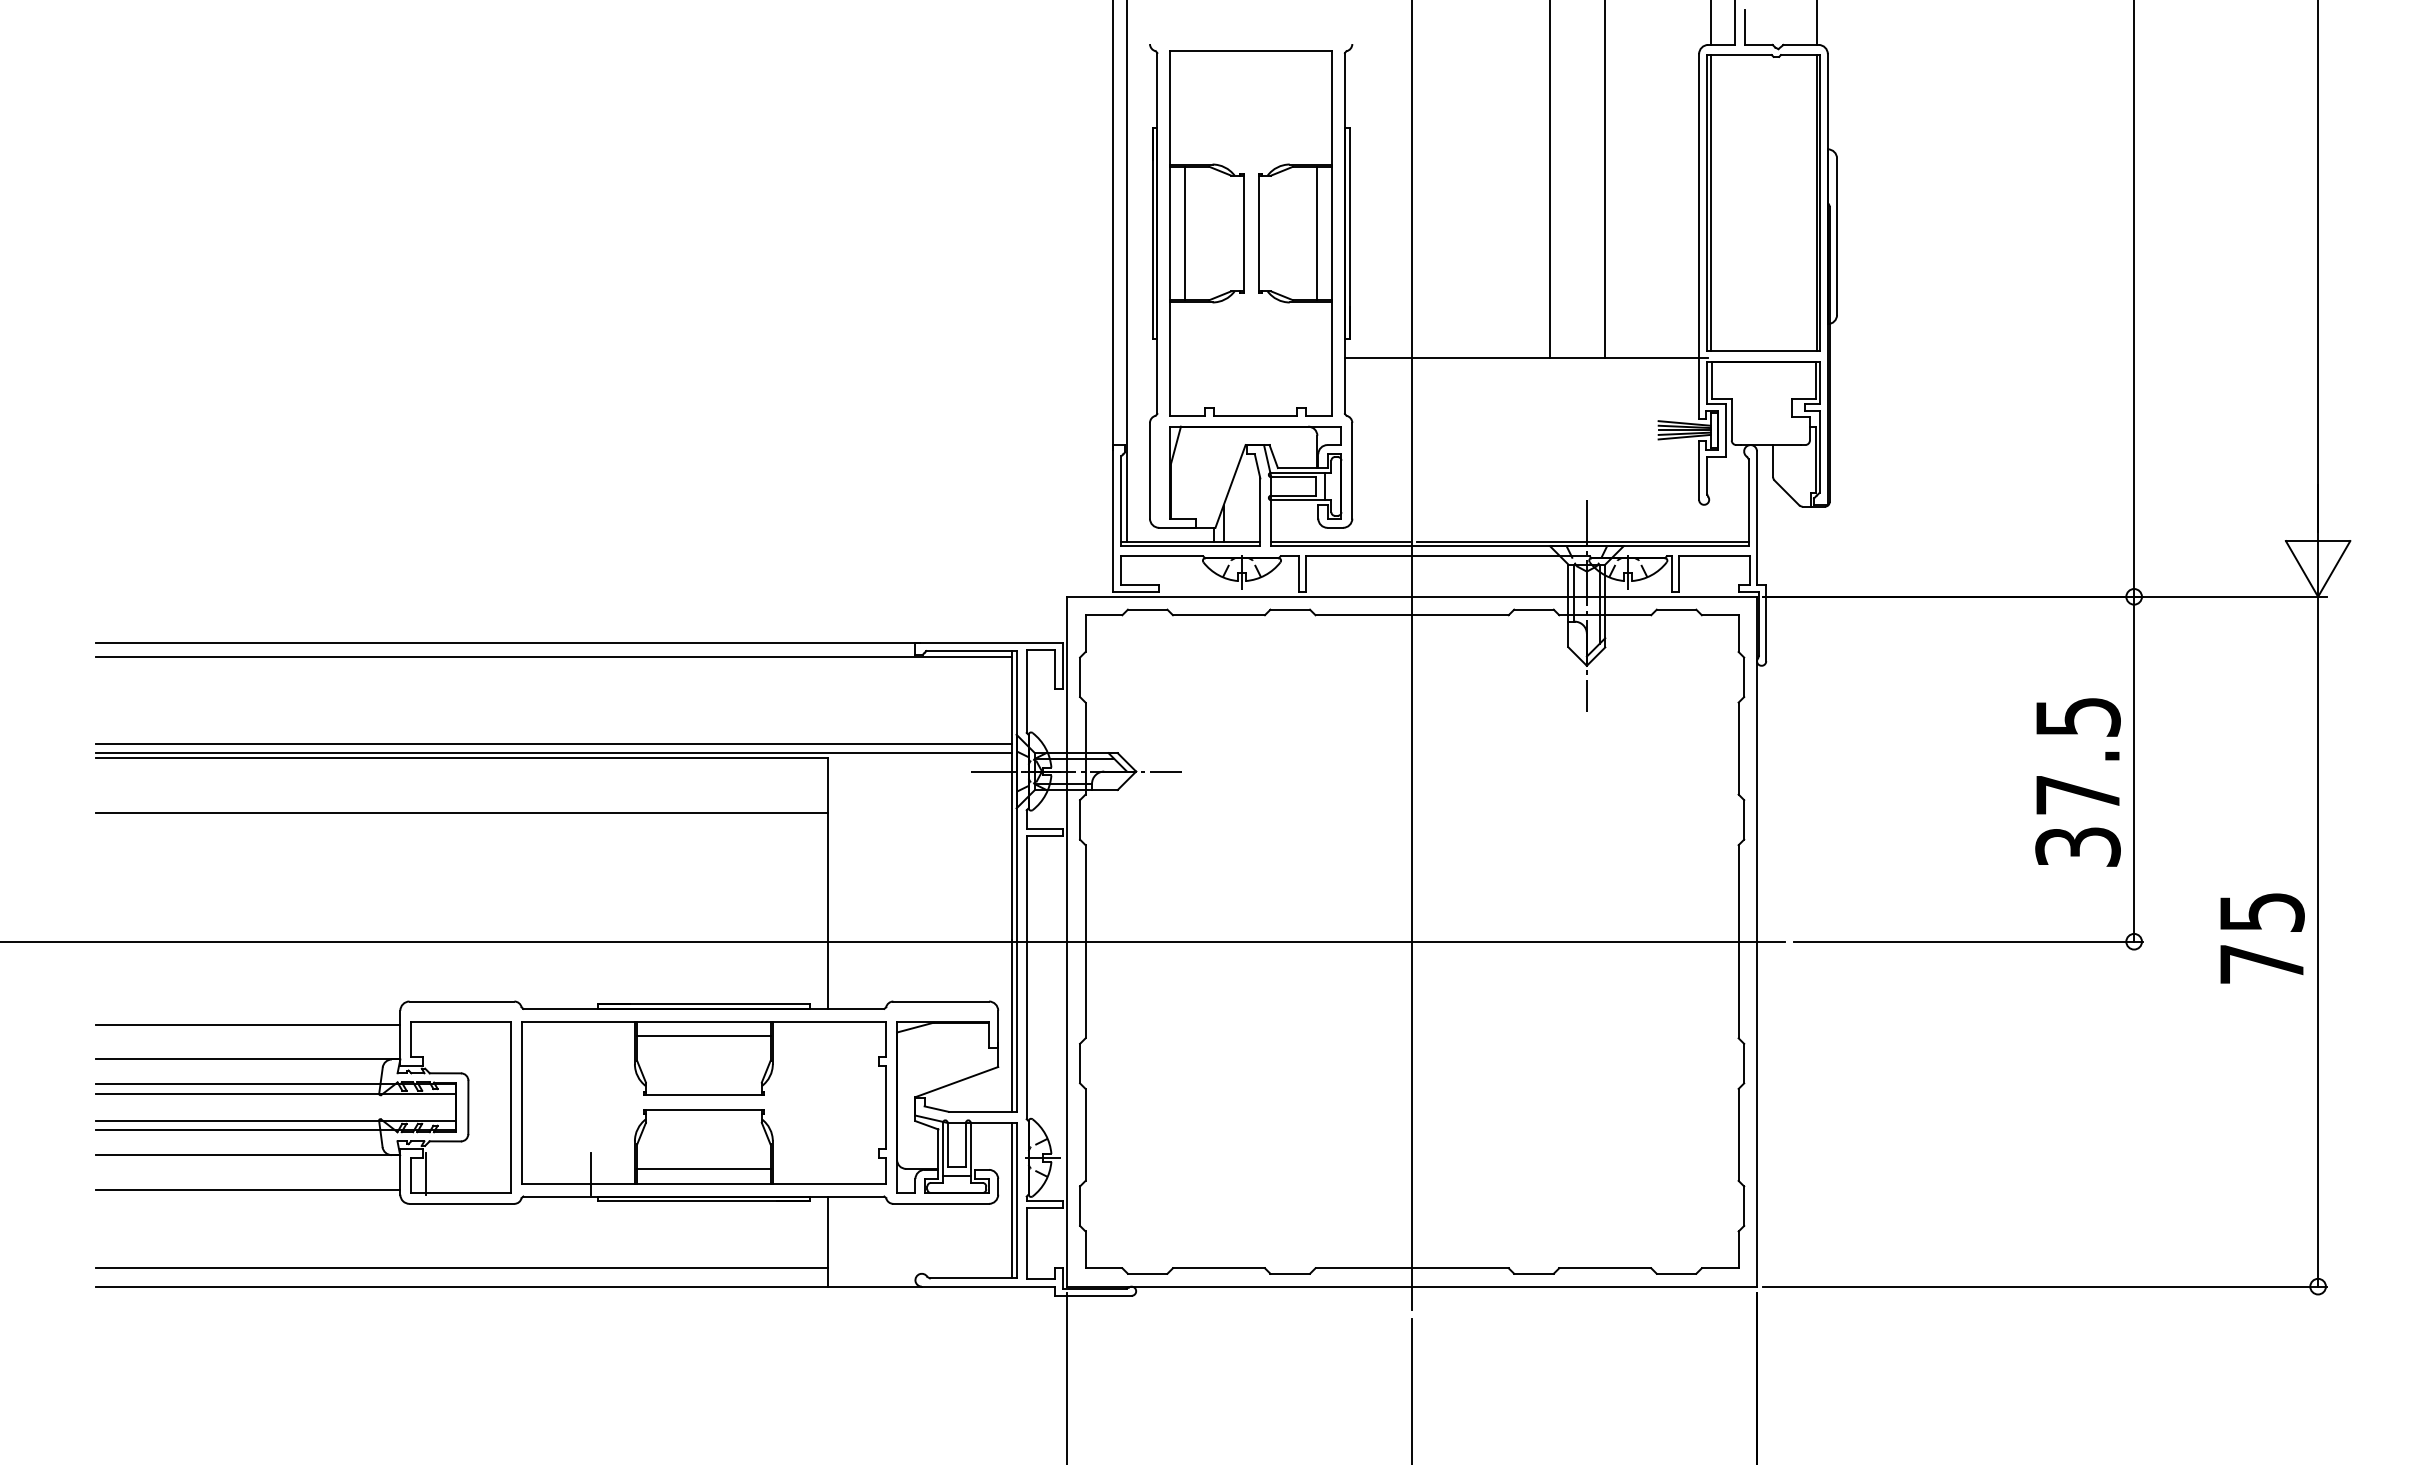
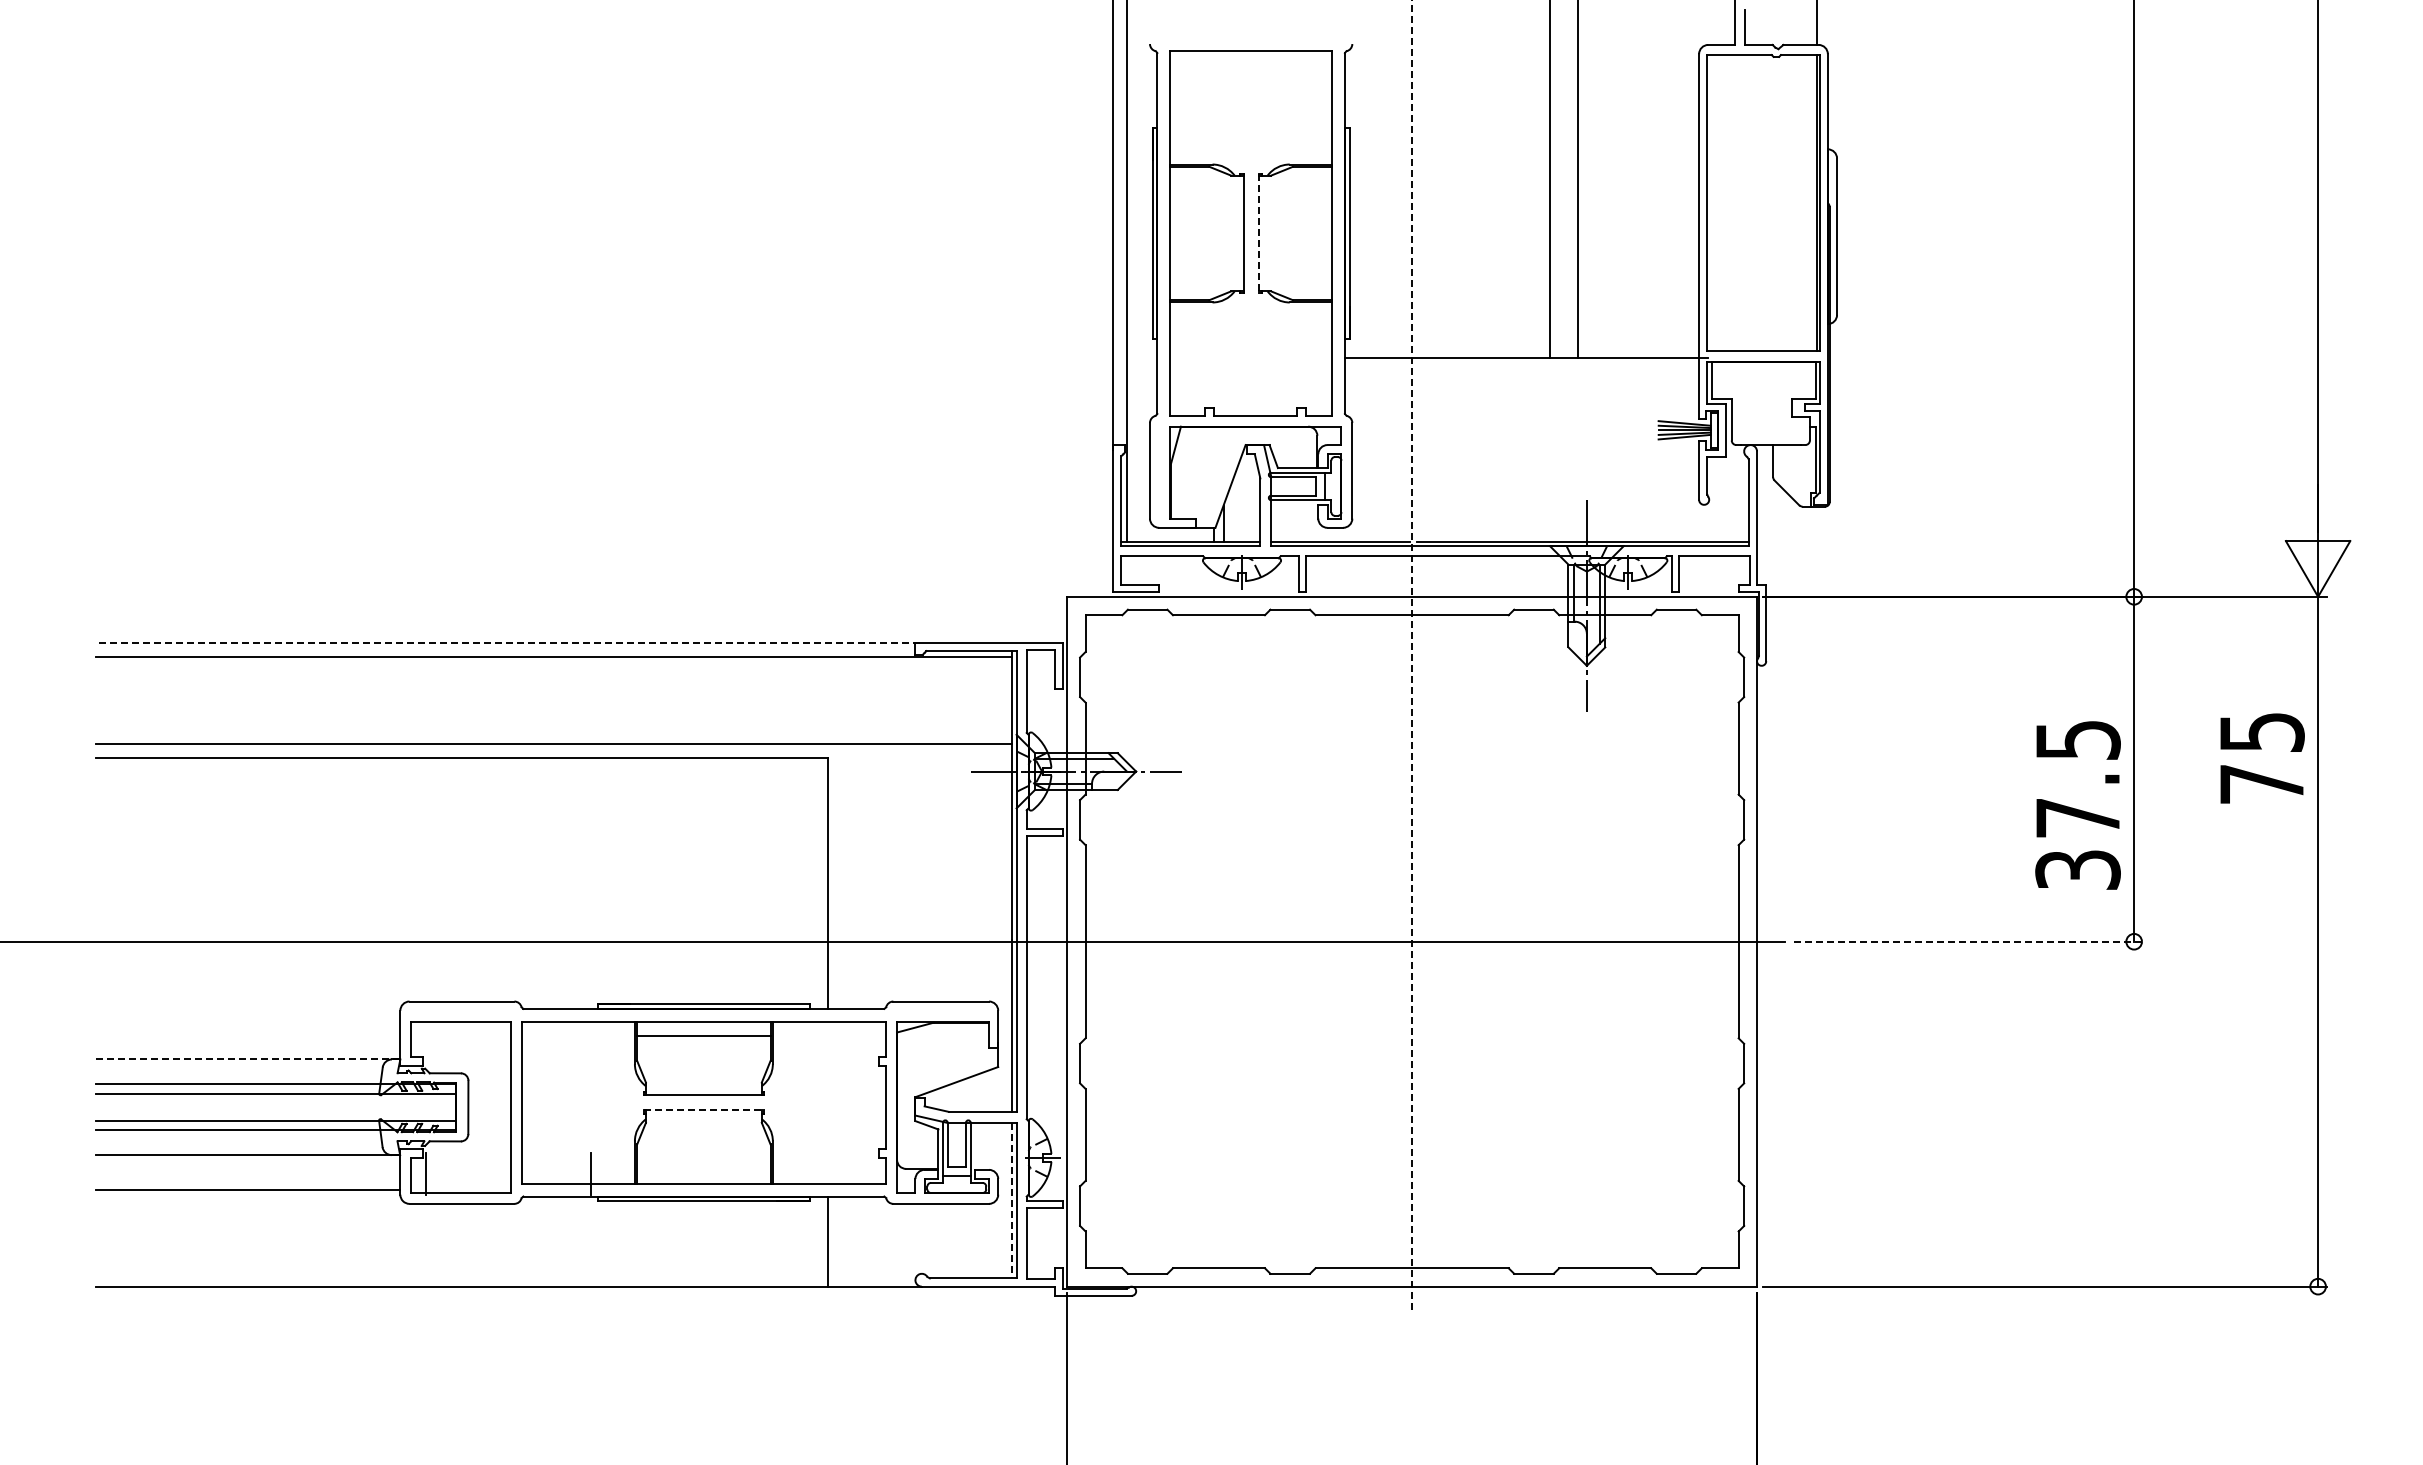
line at (1711, 23): present -> none
line at (1605, 179) position: (1605, 179) -> (1578, 179)
line at (1711, 203): present -> none
line at (1184, 233): present -> none
line at (1258, 233): solid -> dashed
line at (1317, 233): present -> none
line at (507, 642): solid -> dashed
line at (1412, 655): solid -> dashed
line at (553, 753): present -> none
text at (2077, 782) position: (2077, 782) -> (2077, 805)
line at (461, 812): present -> none
text at (2262, 938) position: (2262, 938) -> (2262, 758)
line at (1968, 941): solid -> dashed
line at (247, 1024): present -> none
line at (247, 1059): solid -> dashed
line at (703, 1110): solid -> dashed
line at (703, 1168): present -> none
line at (1012, 1200): solid -> dashed
line at (461, 1268): present -> none
line at (1412, 1389): present -> none
